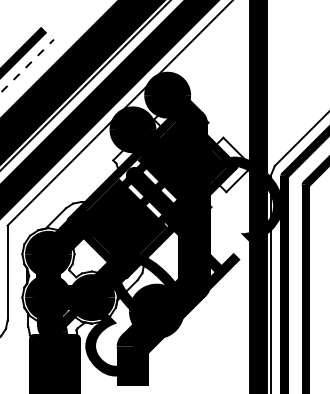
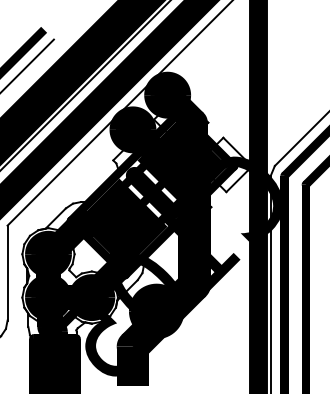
line at (27, 66): dashed -> solid
